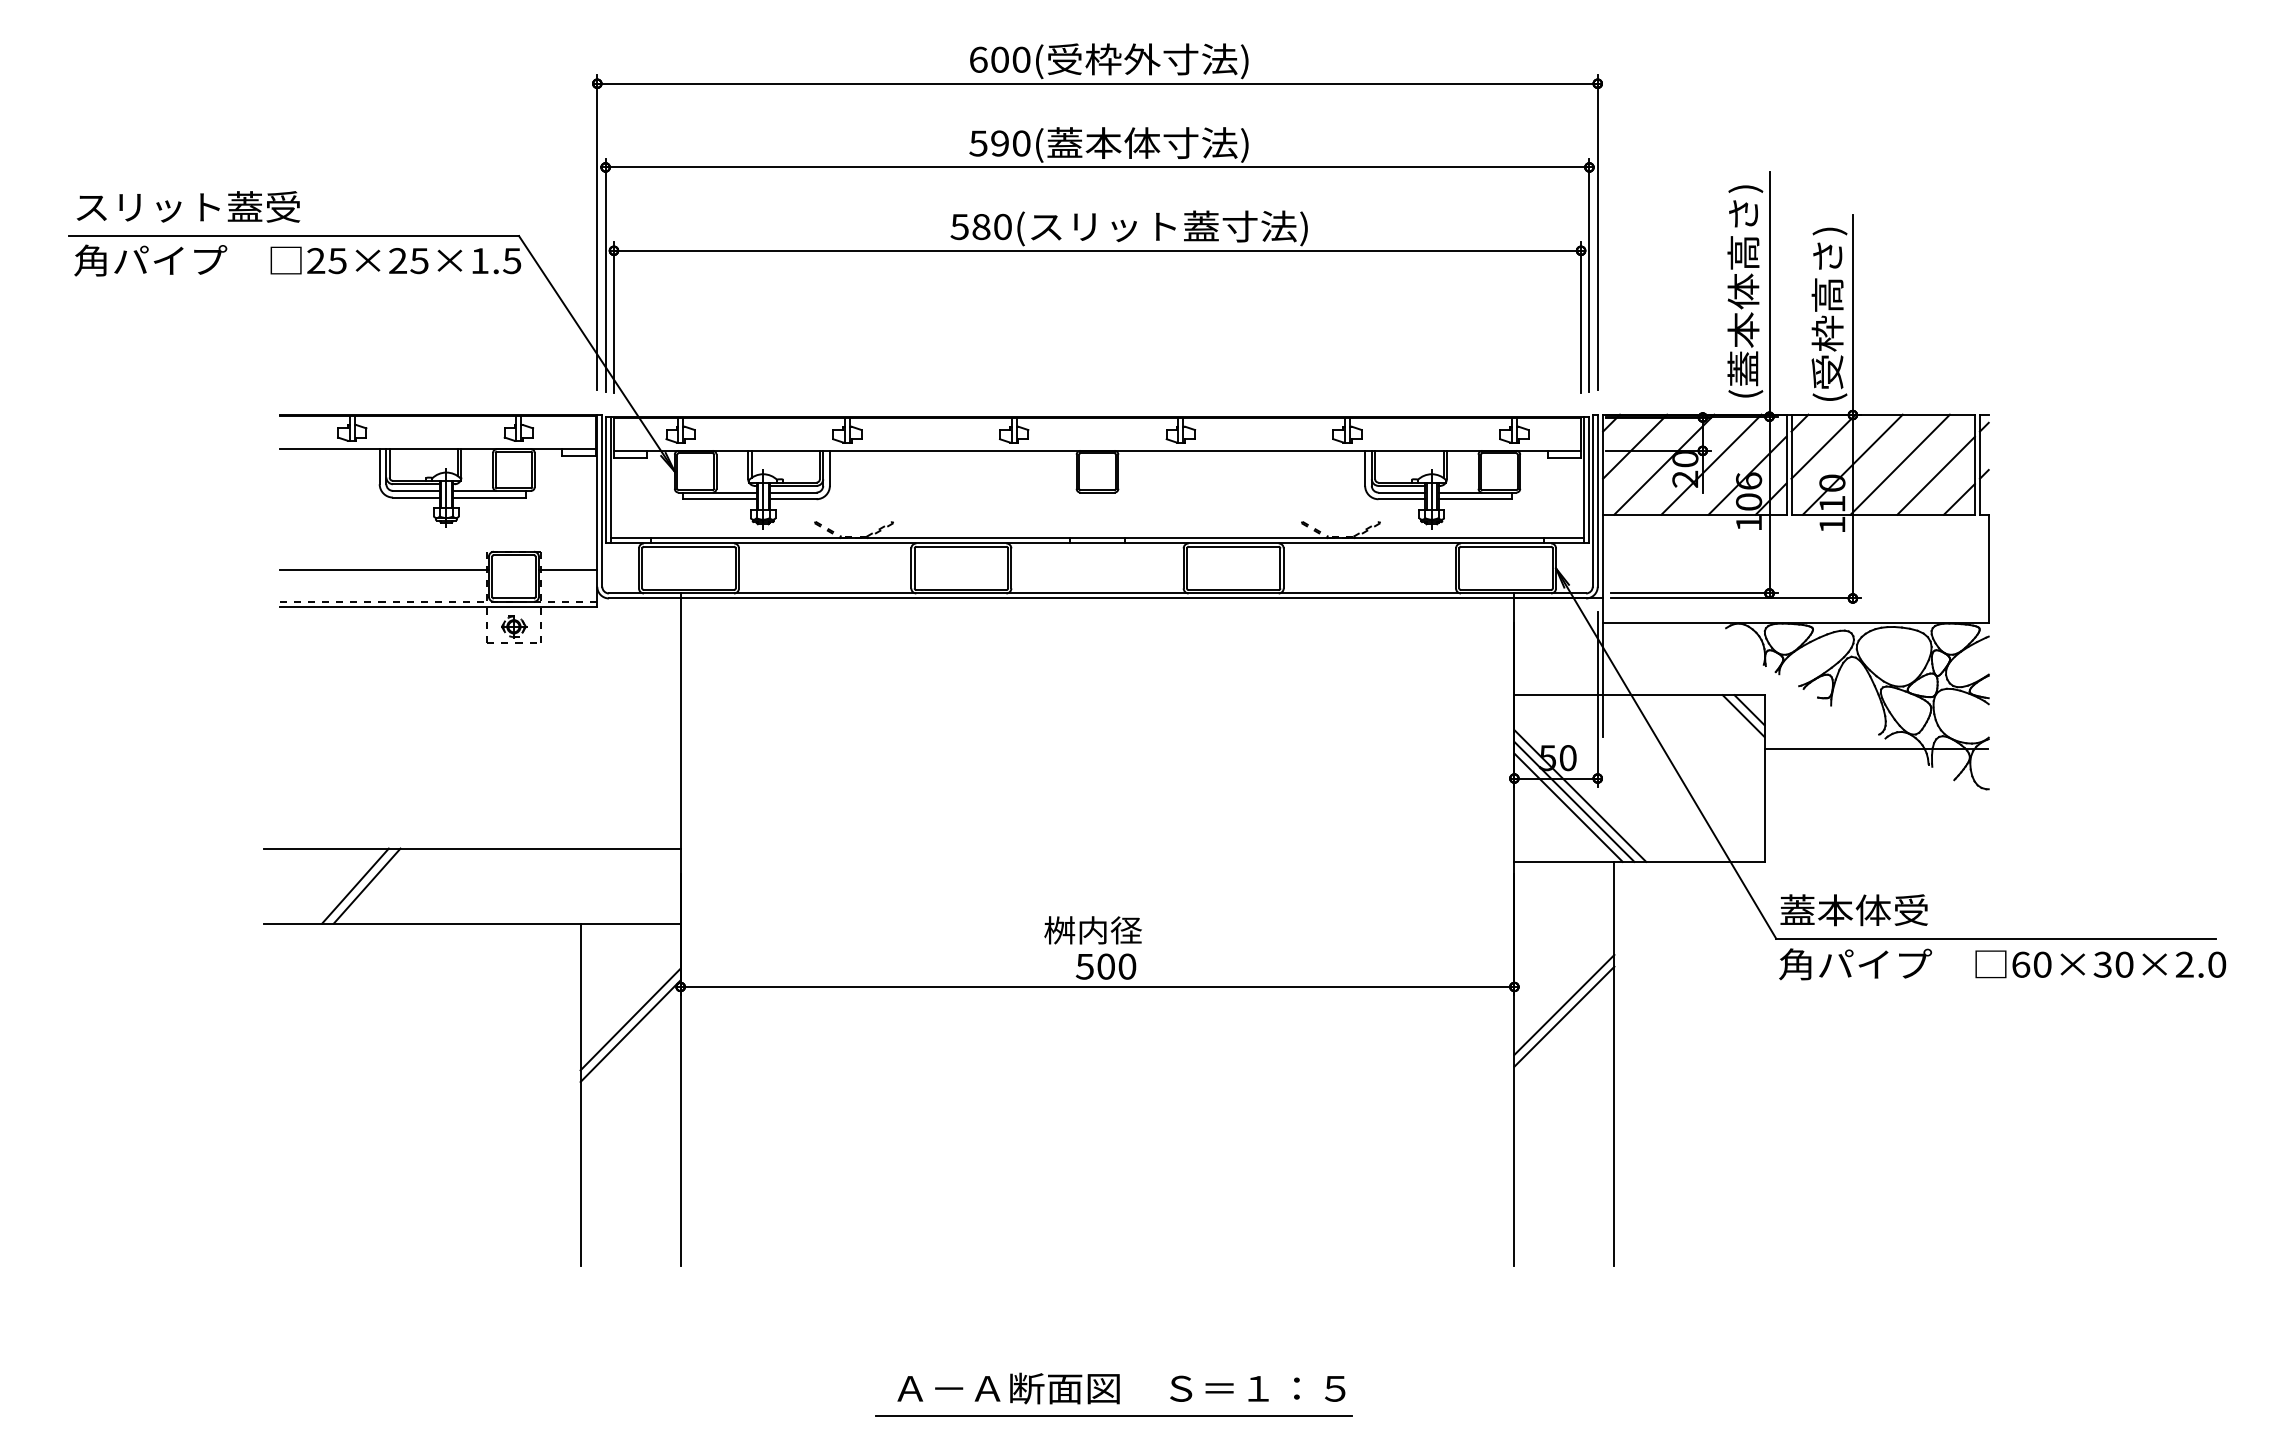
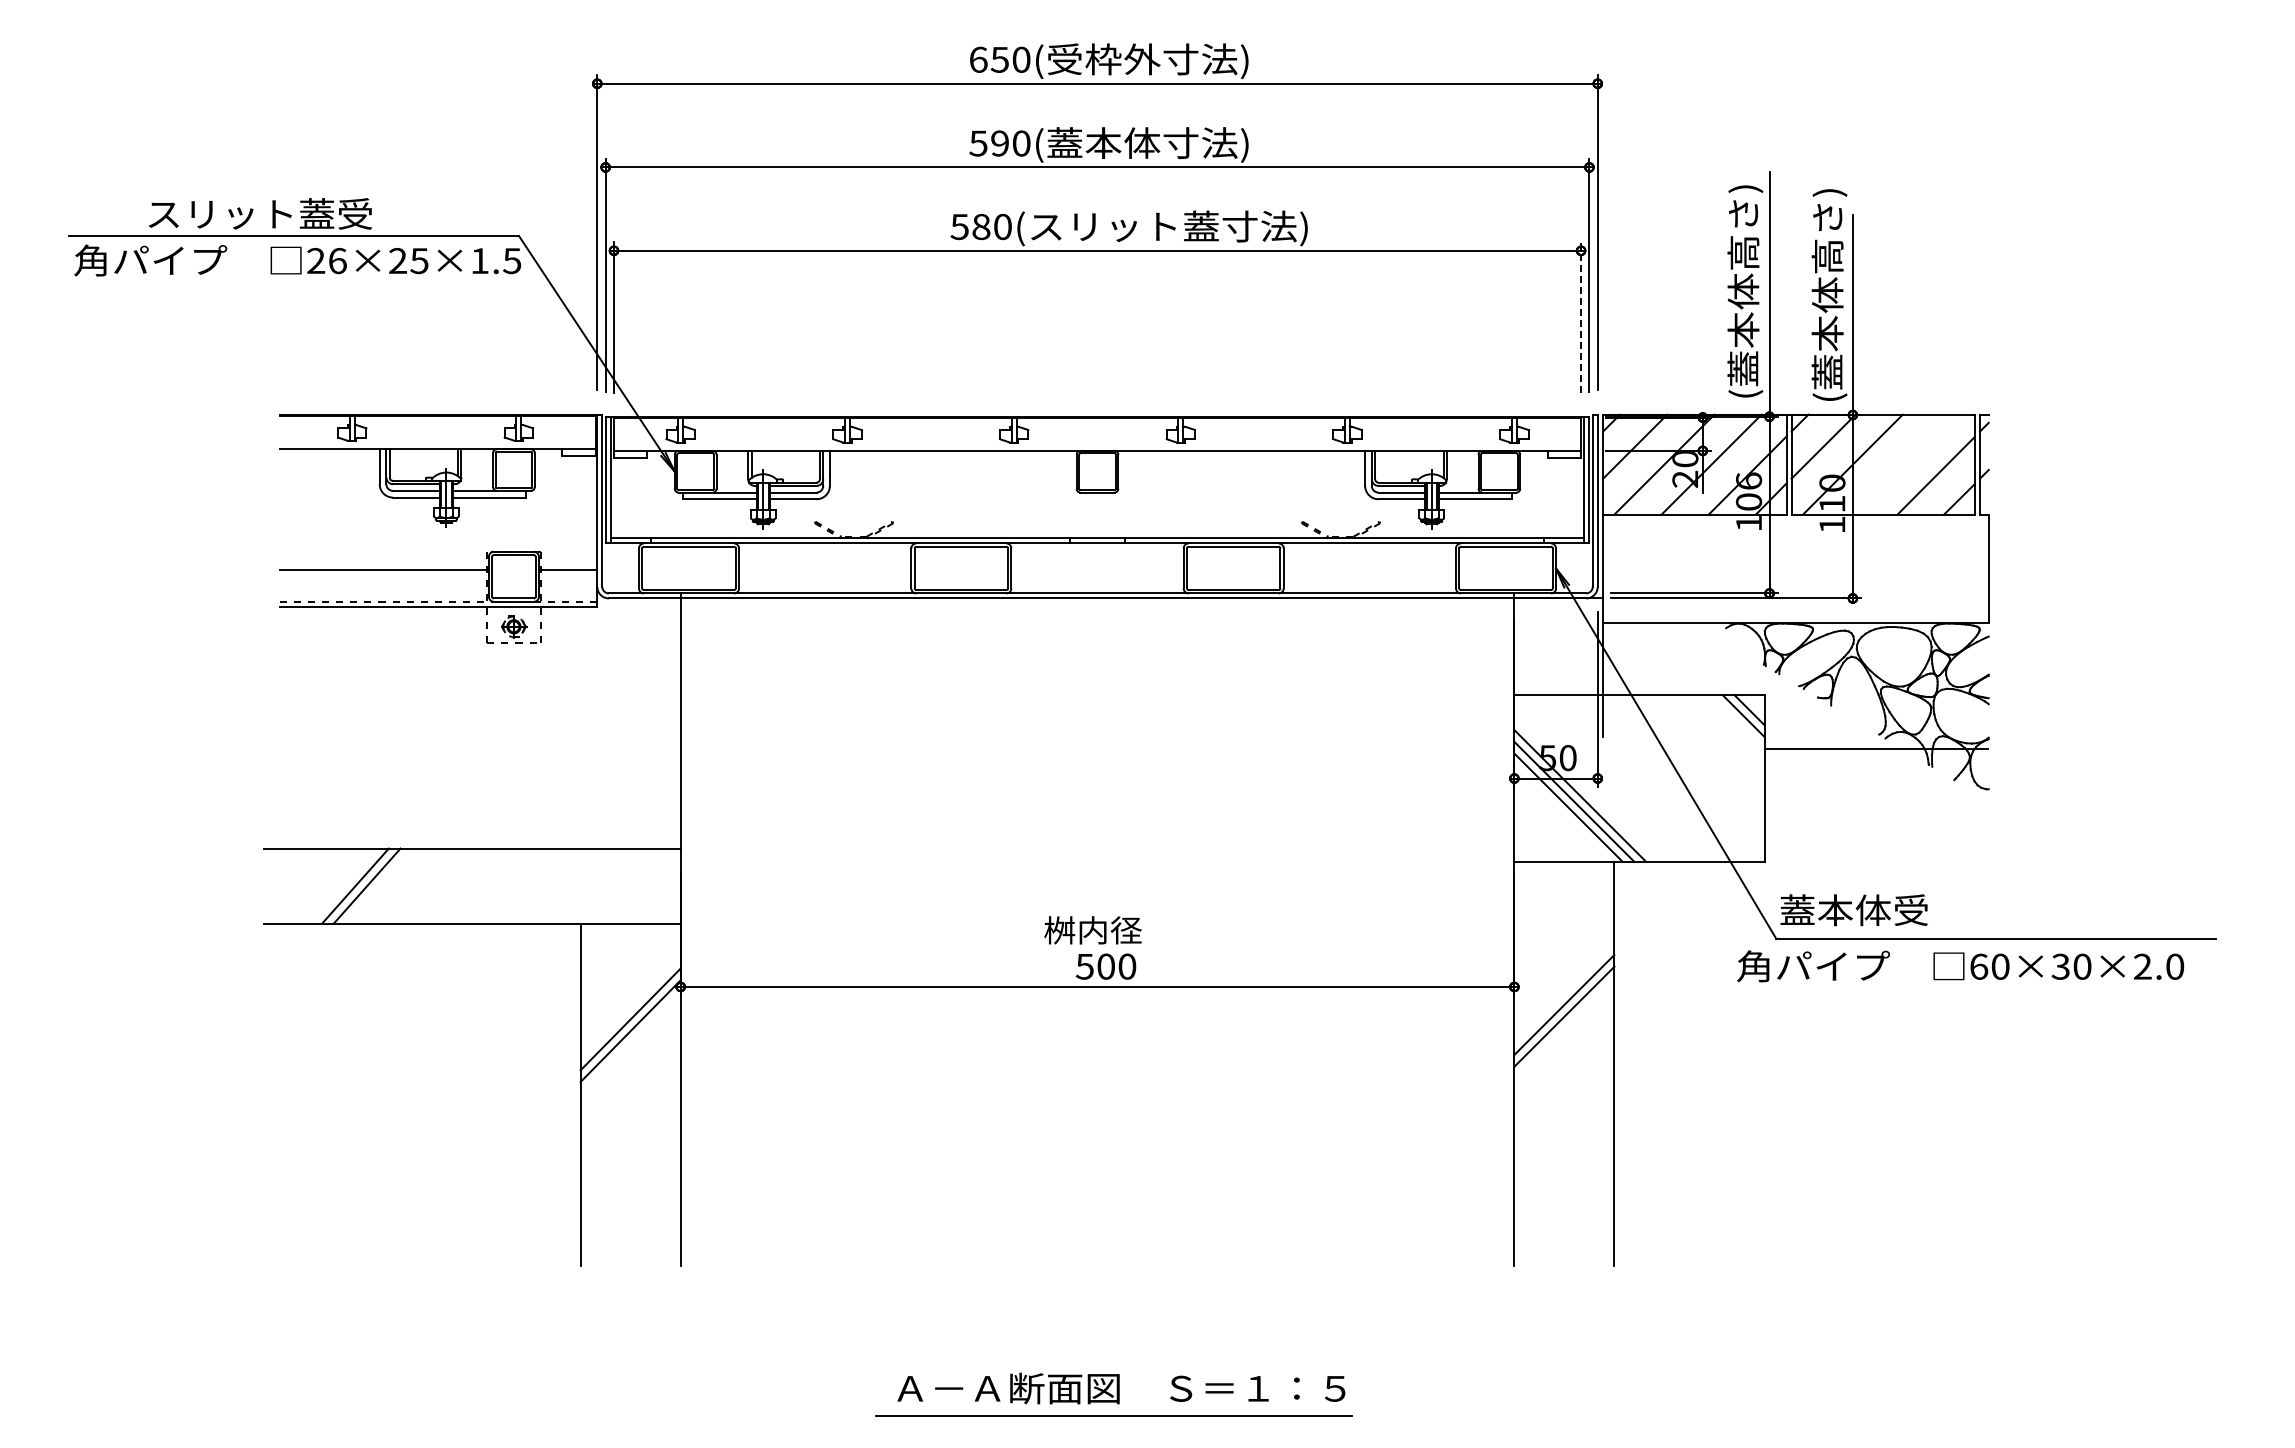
text at (999, 59): 600( -> 650(
text at (188, 206) position: (188, 206) -> (260, 213)
text at (337, 261): 25×25×1.5 -> 26×25×1.5
text at (1829, 289): (受枠高さ) -> (蓋本体高さ)
line at (1581, 317): solid -> dashed
line at (1899, 464): present -> none
text at (2002, 964) position: (2002, 964) -> (1960, 966)
